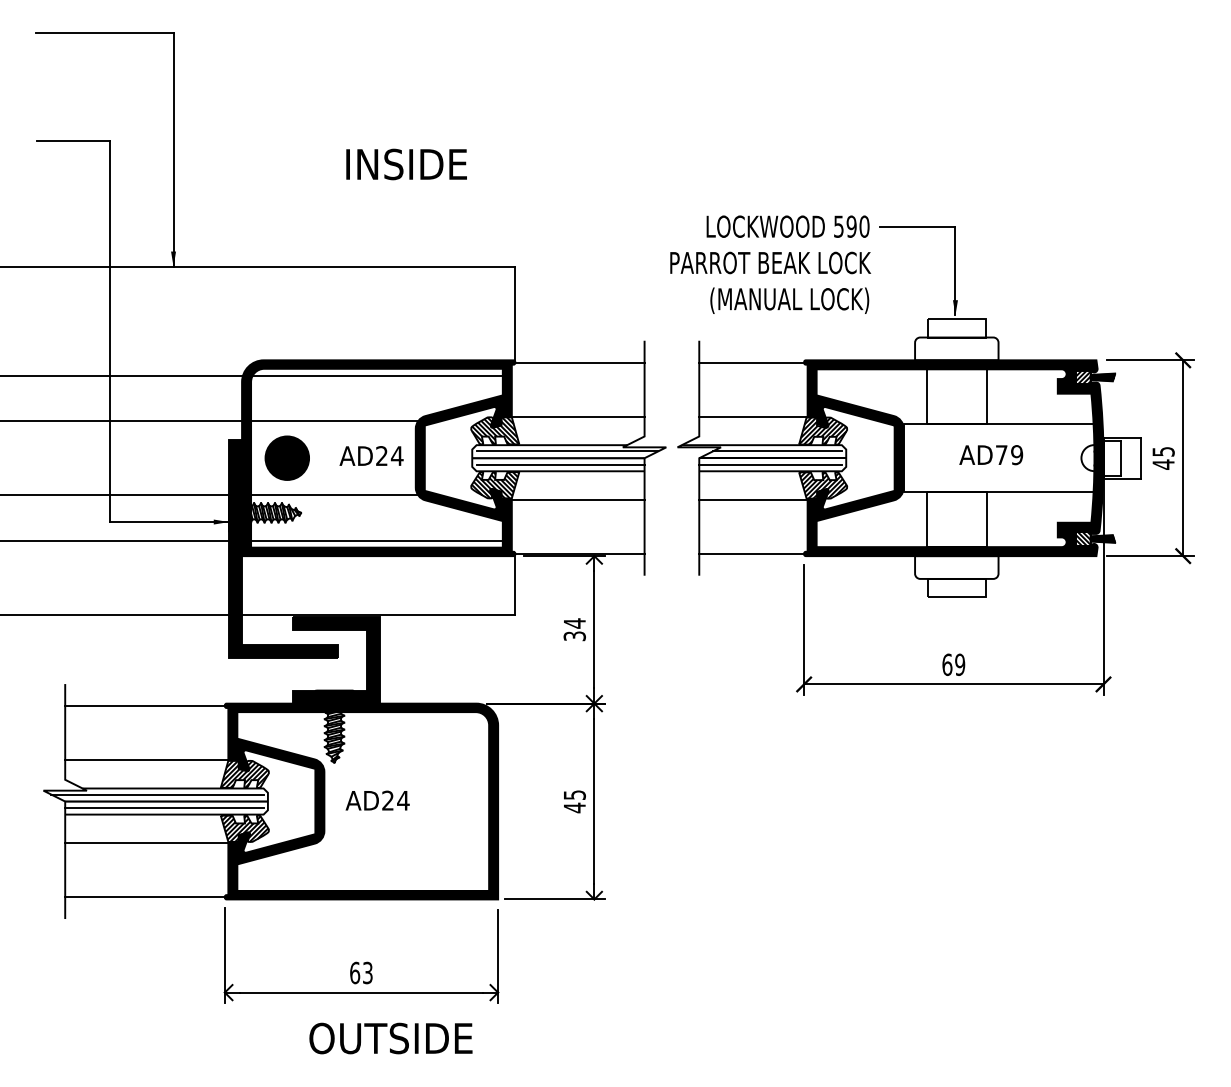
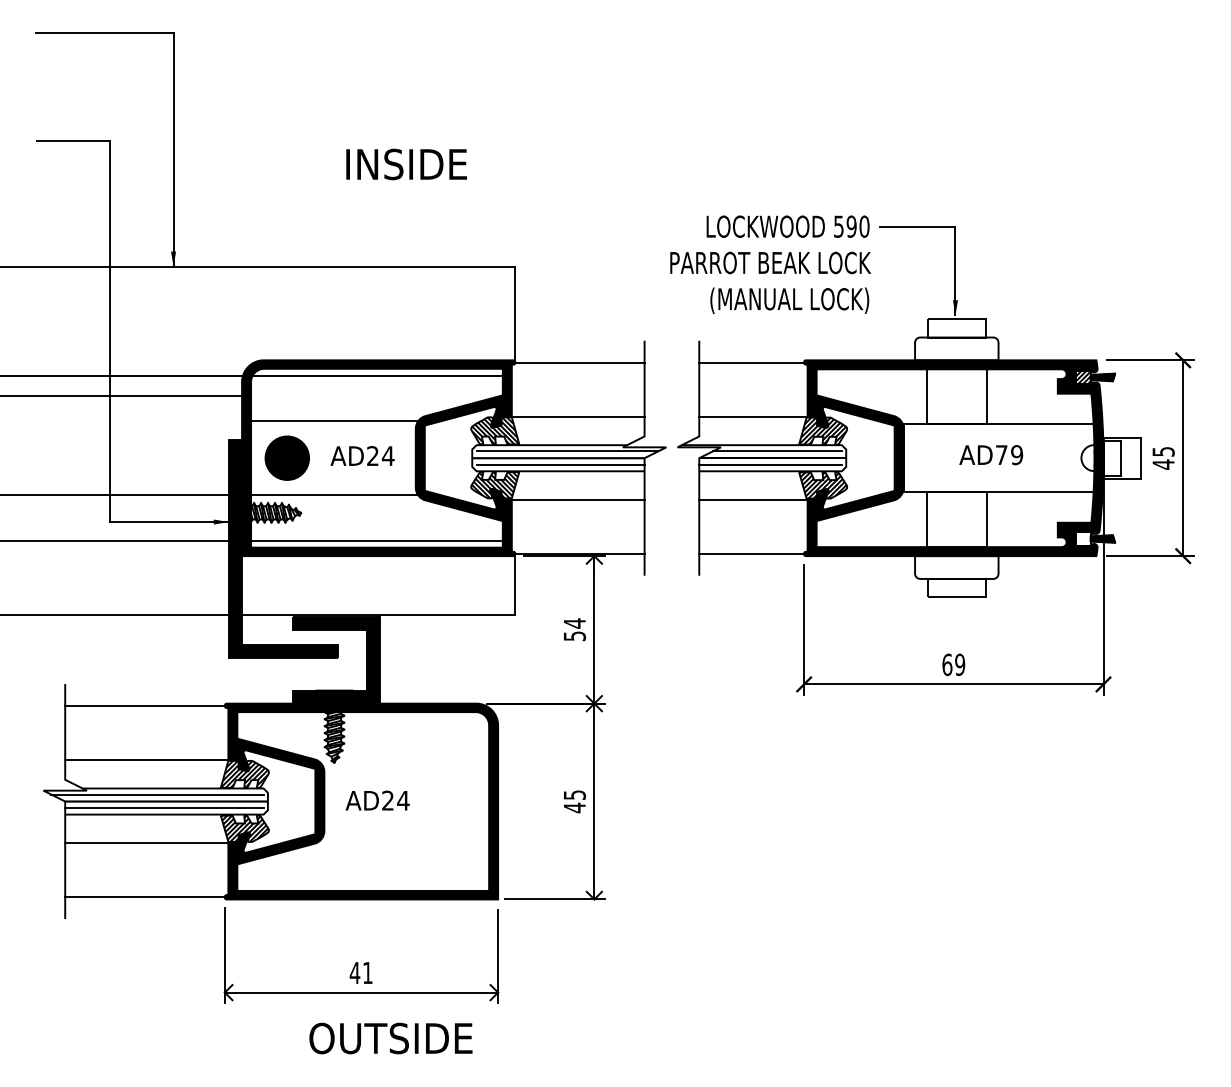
line at (122, 421) position: (122, 421) -> (122, 396)
text at (371, 455) position: (371, 455) -> (362, 455)
hatch at (1083, 538): present -> none
text at (574, 635): 34 -> 54
text at (360, 972): 63 -> 41
